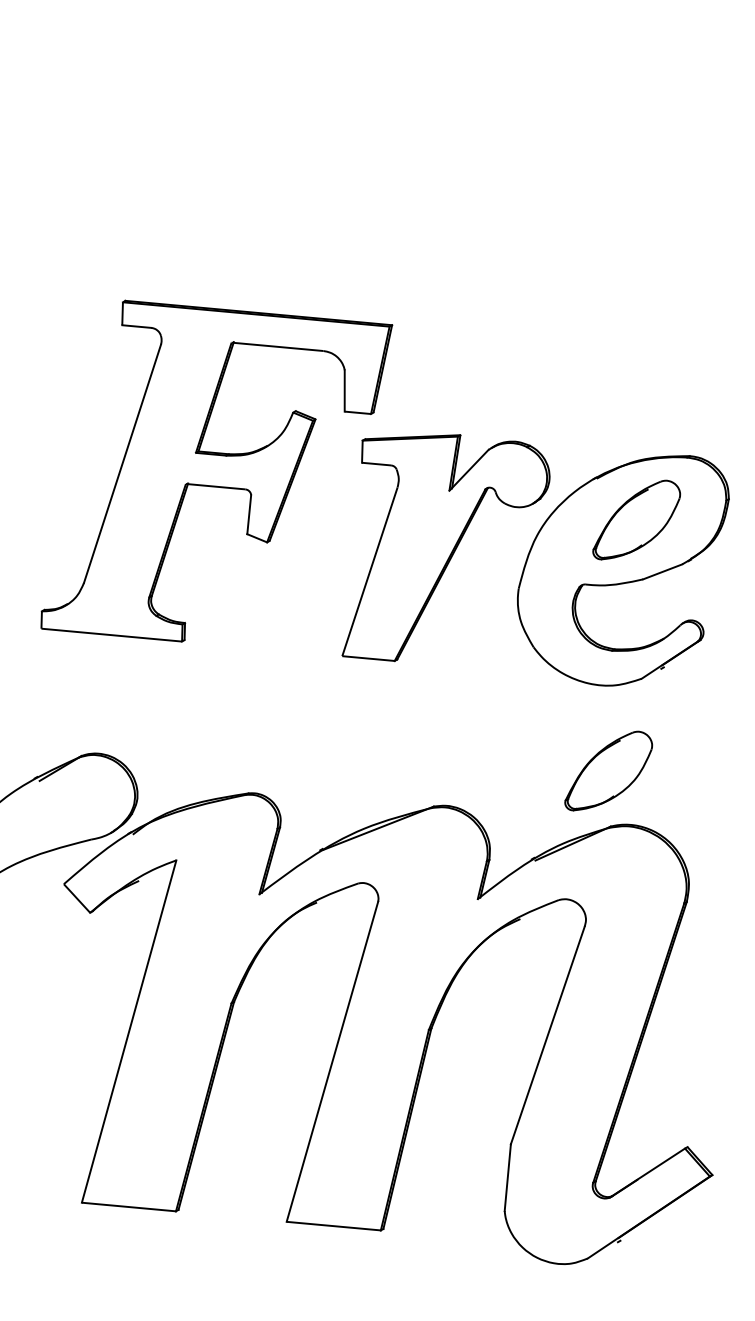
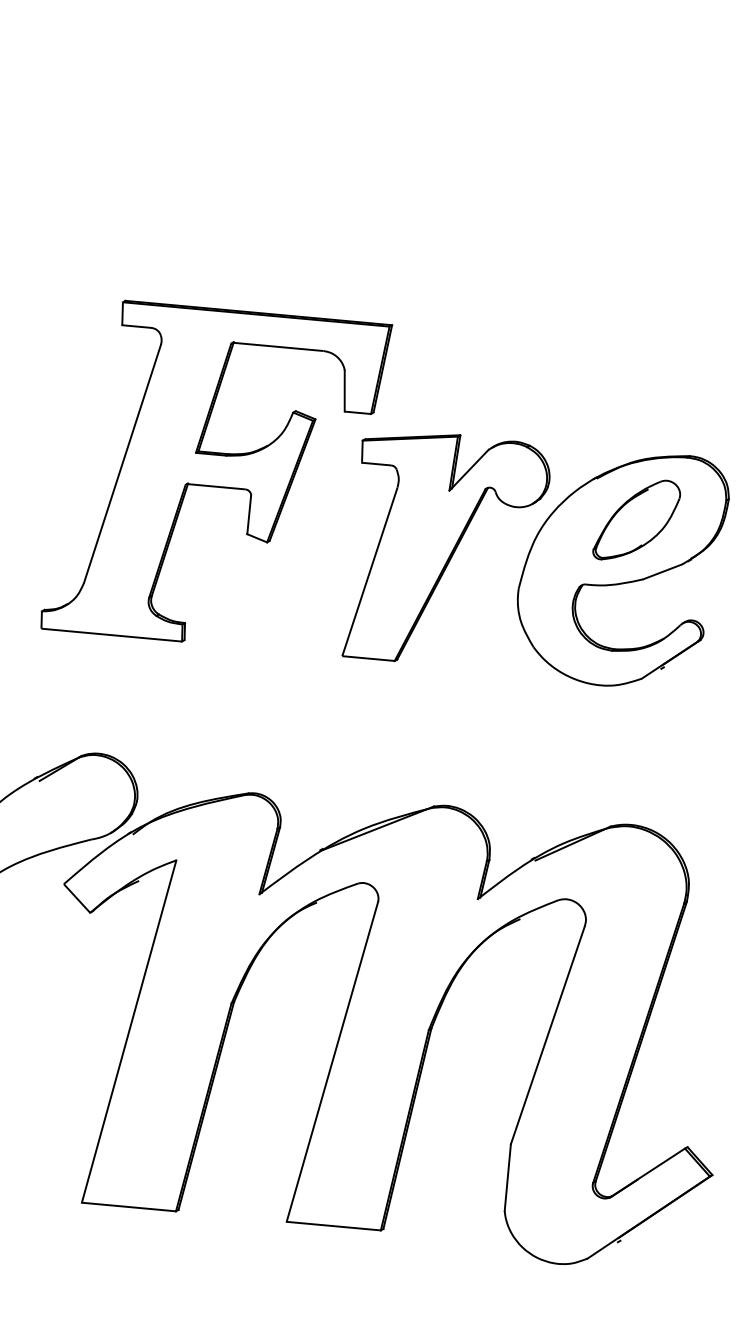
part at (608, 770): present -> none
